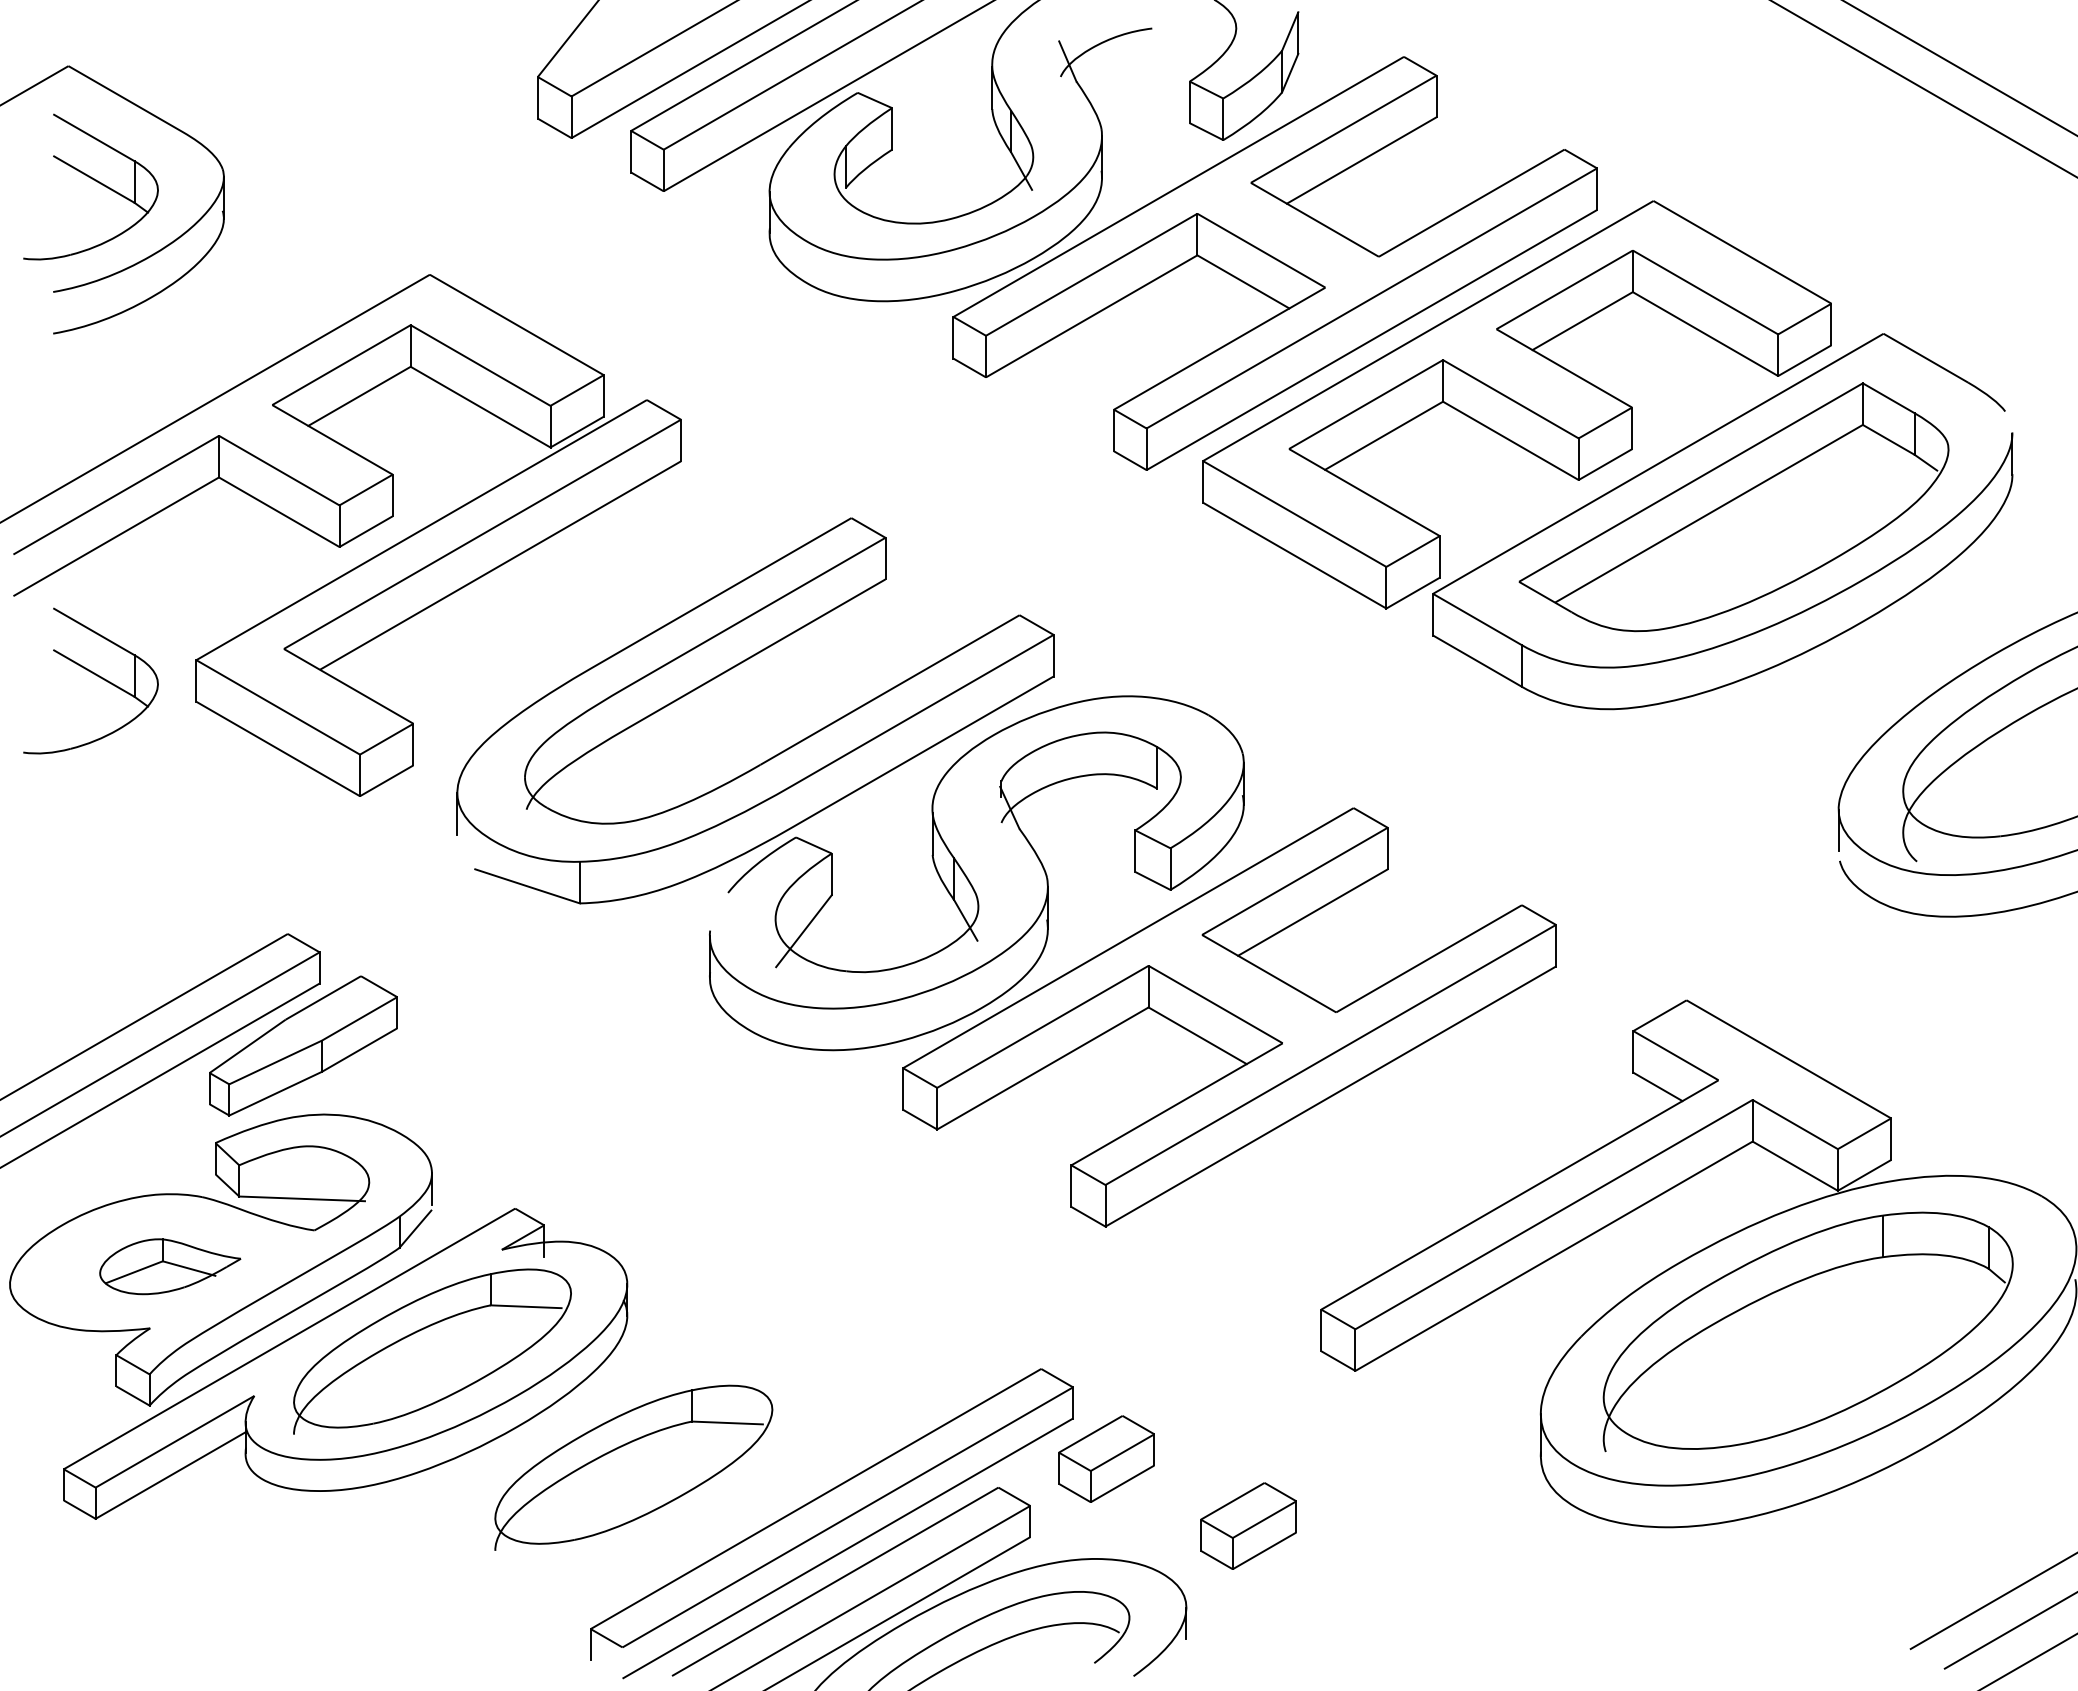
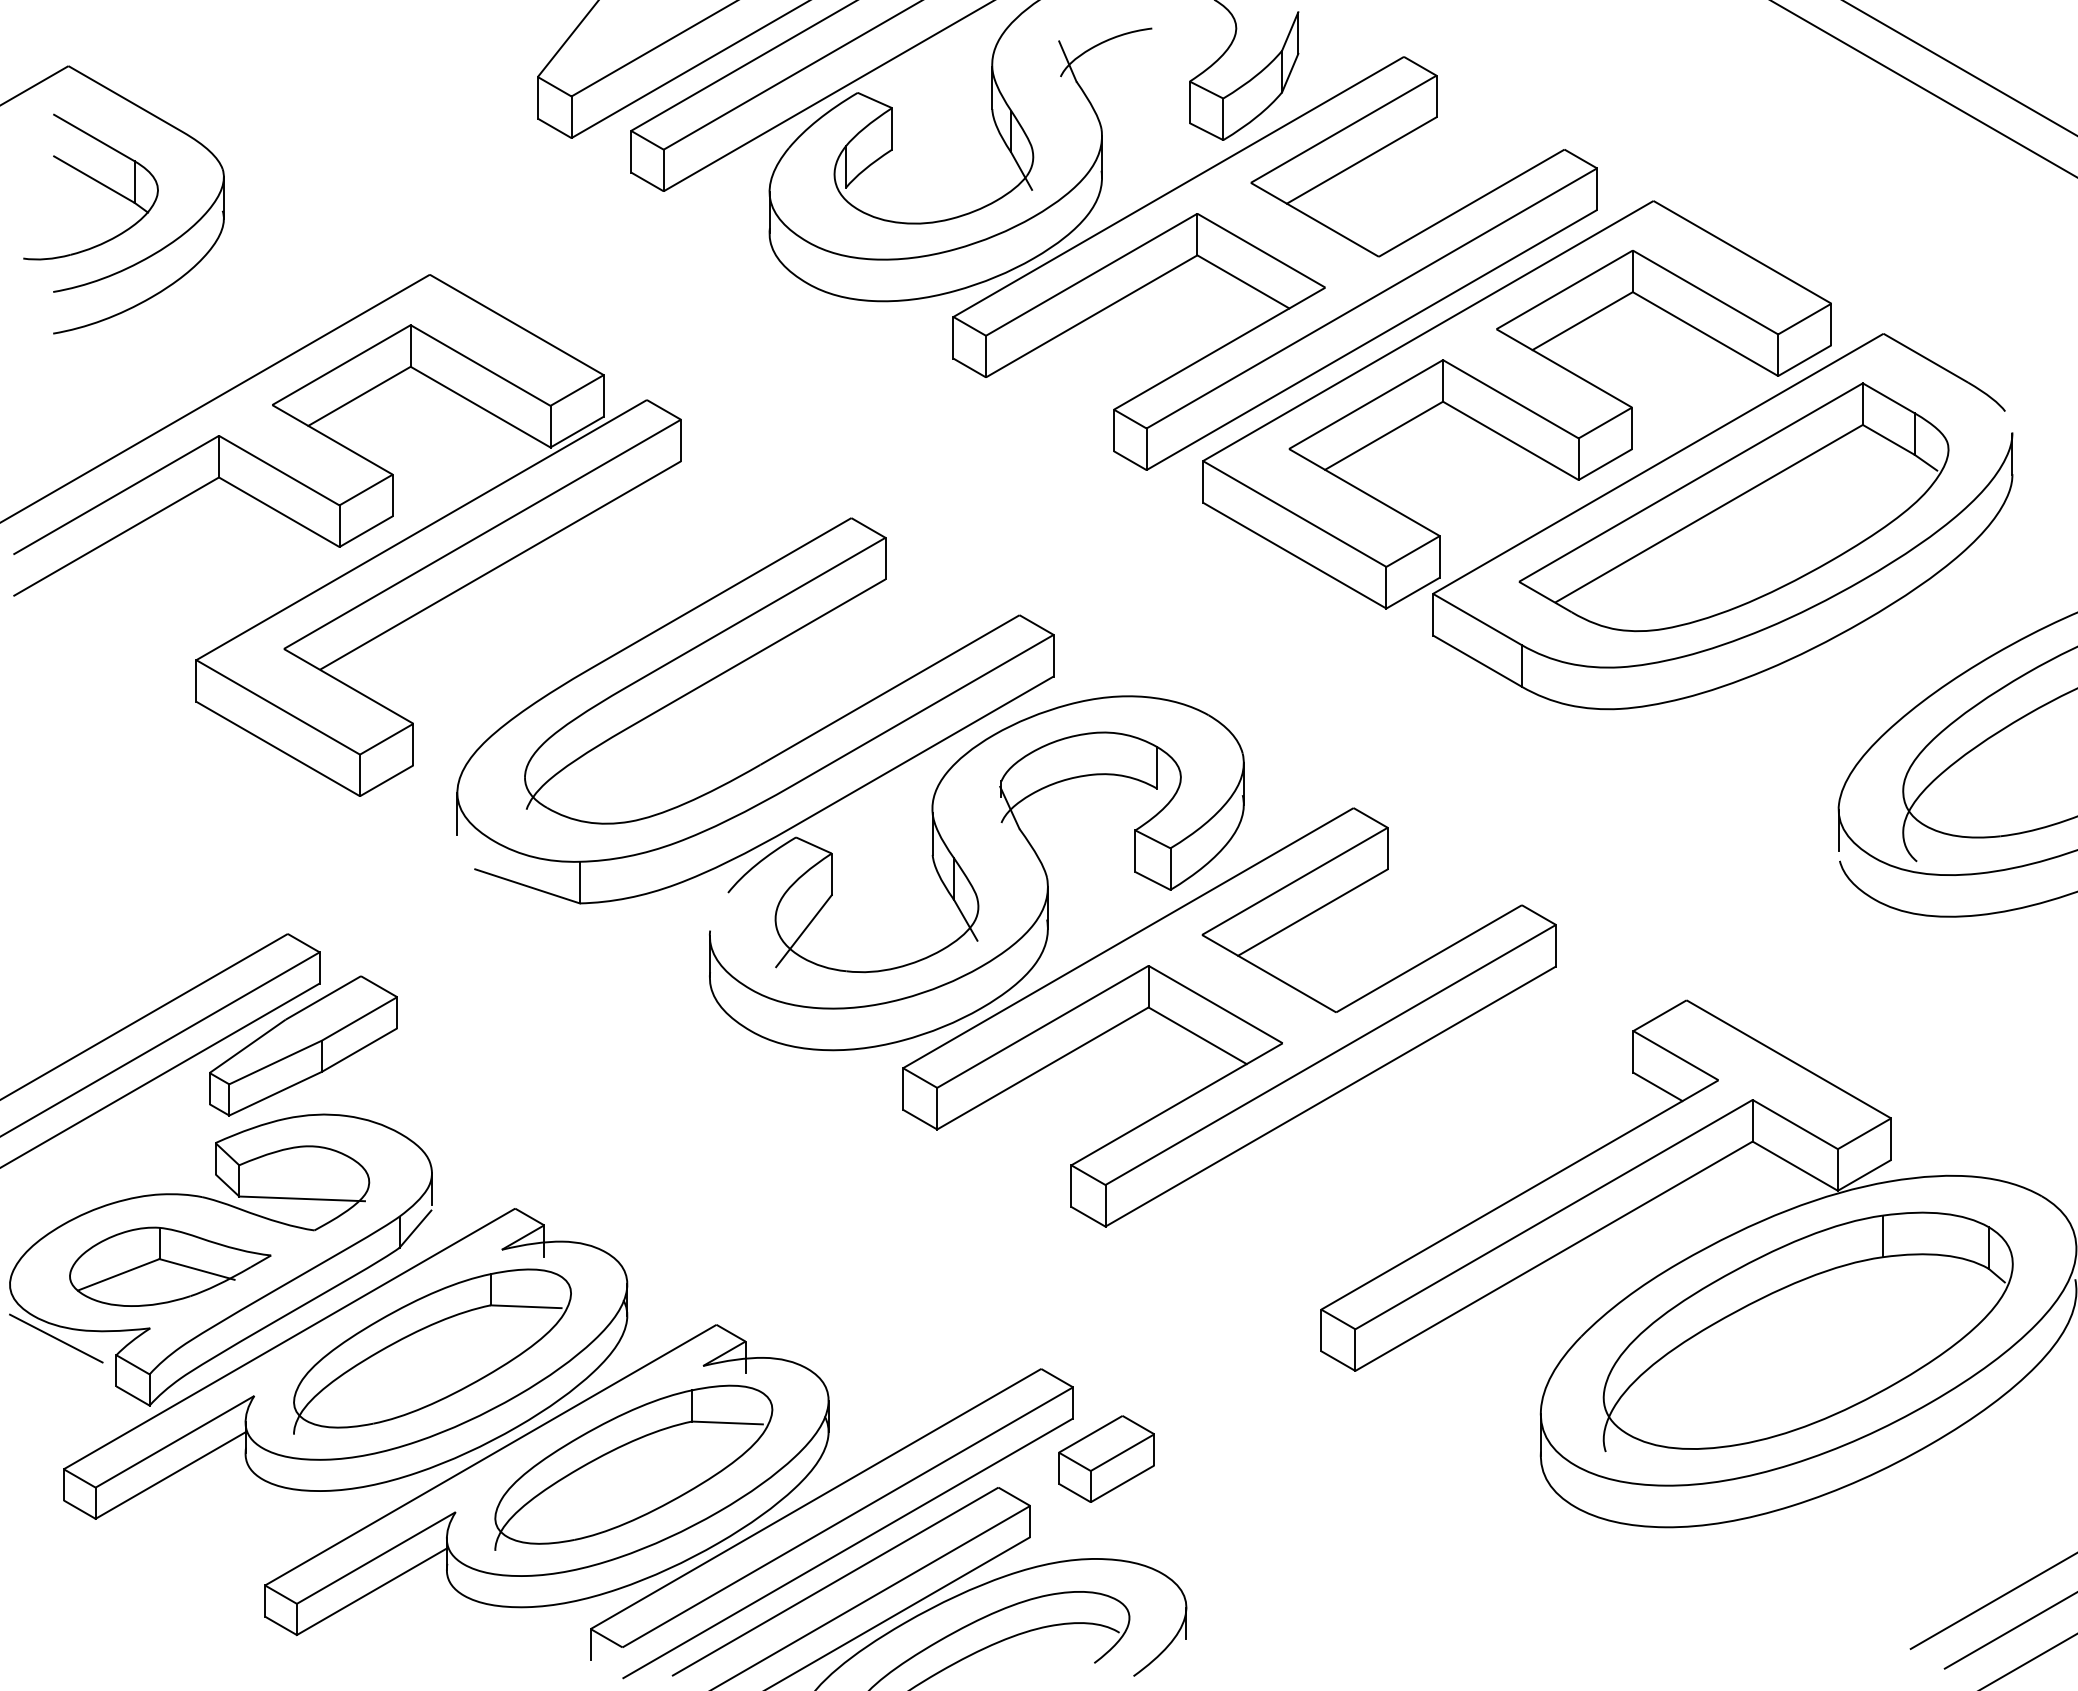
part at (93, 674): present -> none
part at (170, 1266) size: 143x58 px -> 203x81 px
line at (56, 1338): none -> present
part at (546, 1480): none -> present
part at (1248, 1525): present -> none
